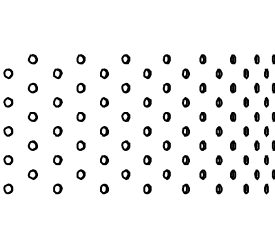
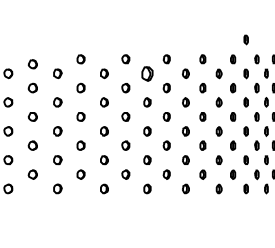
part at (245, 39): none -> present
part at (32, 59) position: (32, 59) -> (32, 64)
part at (147, 73) size: 9x11 px -> 13x16 px
